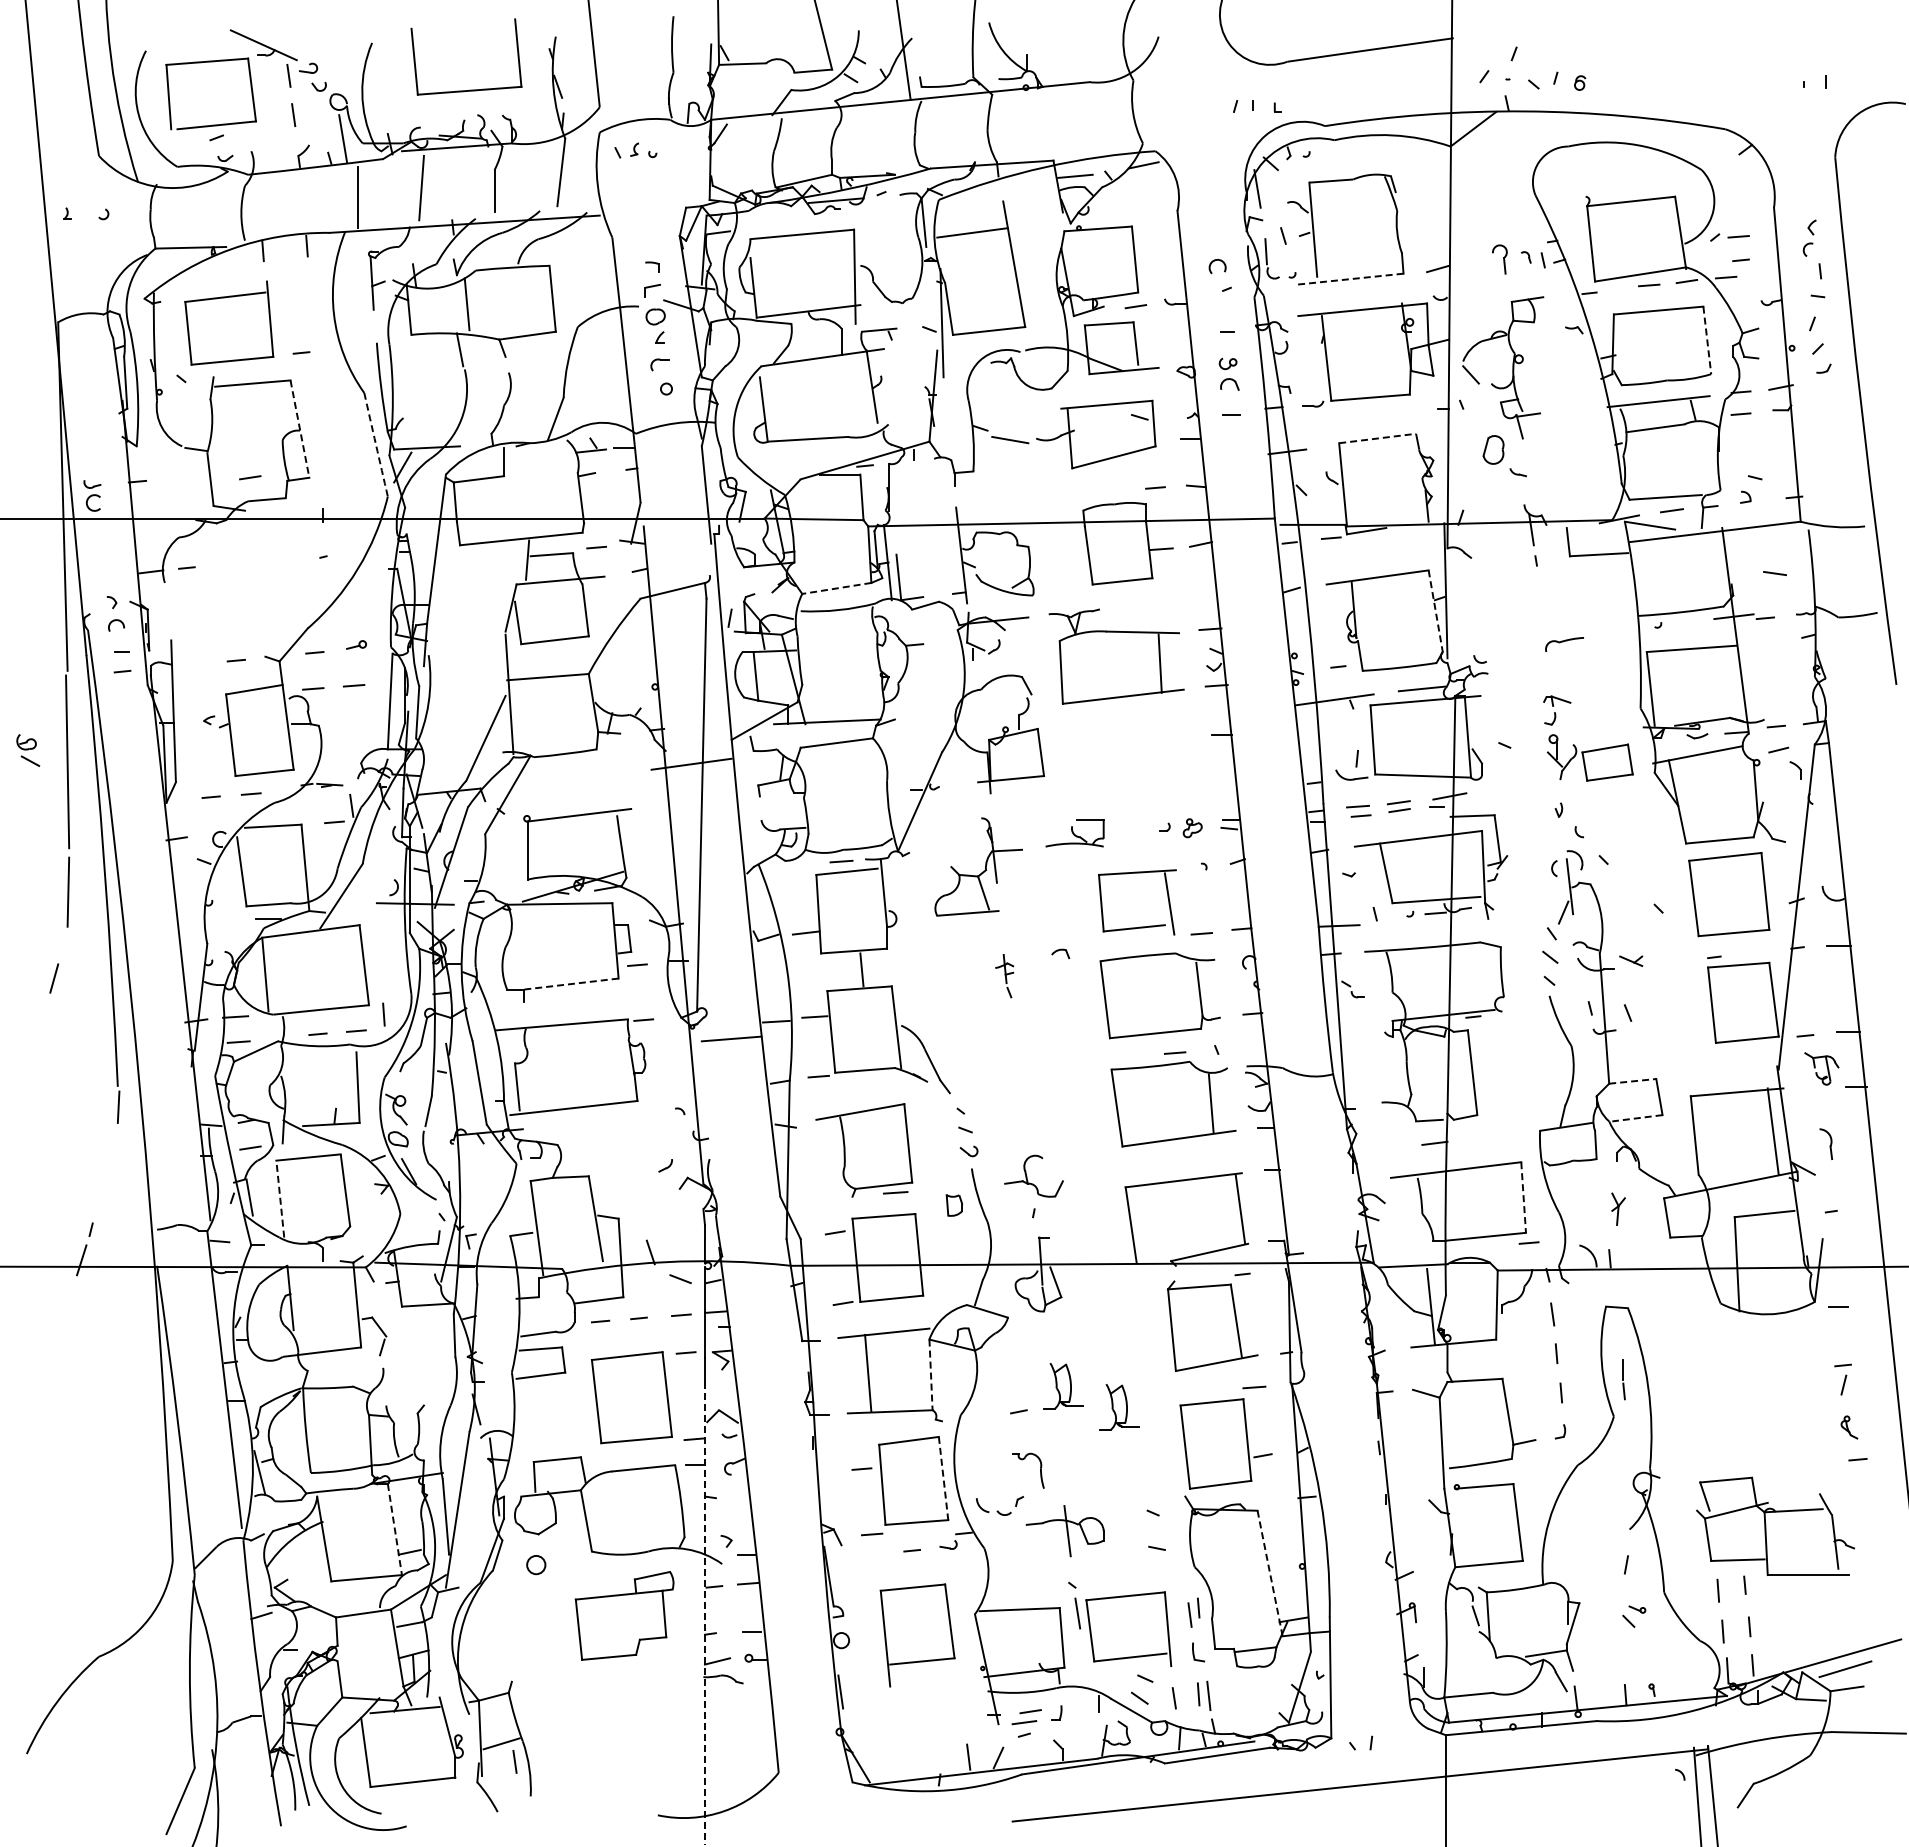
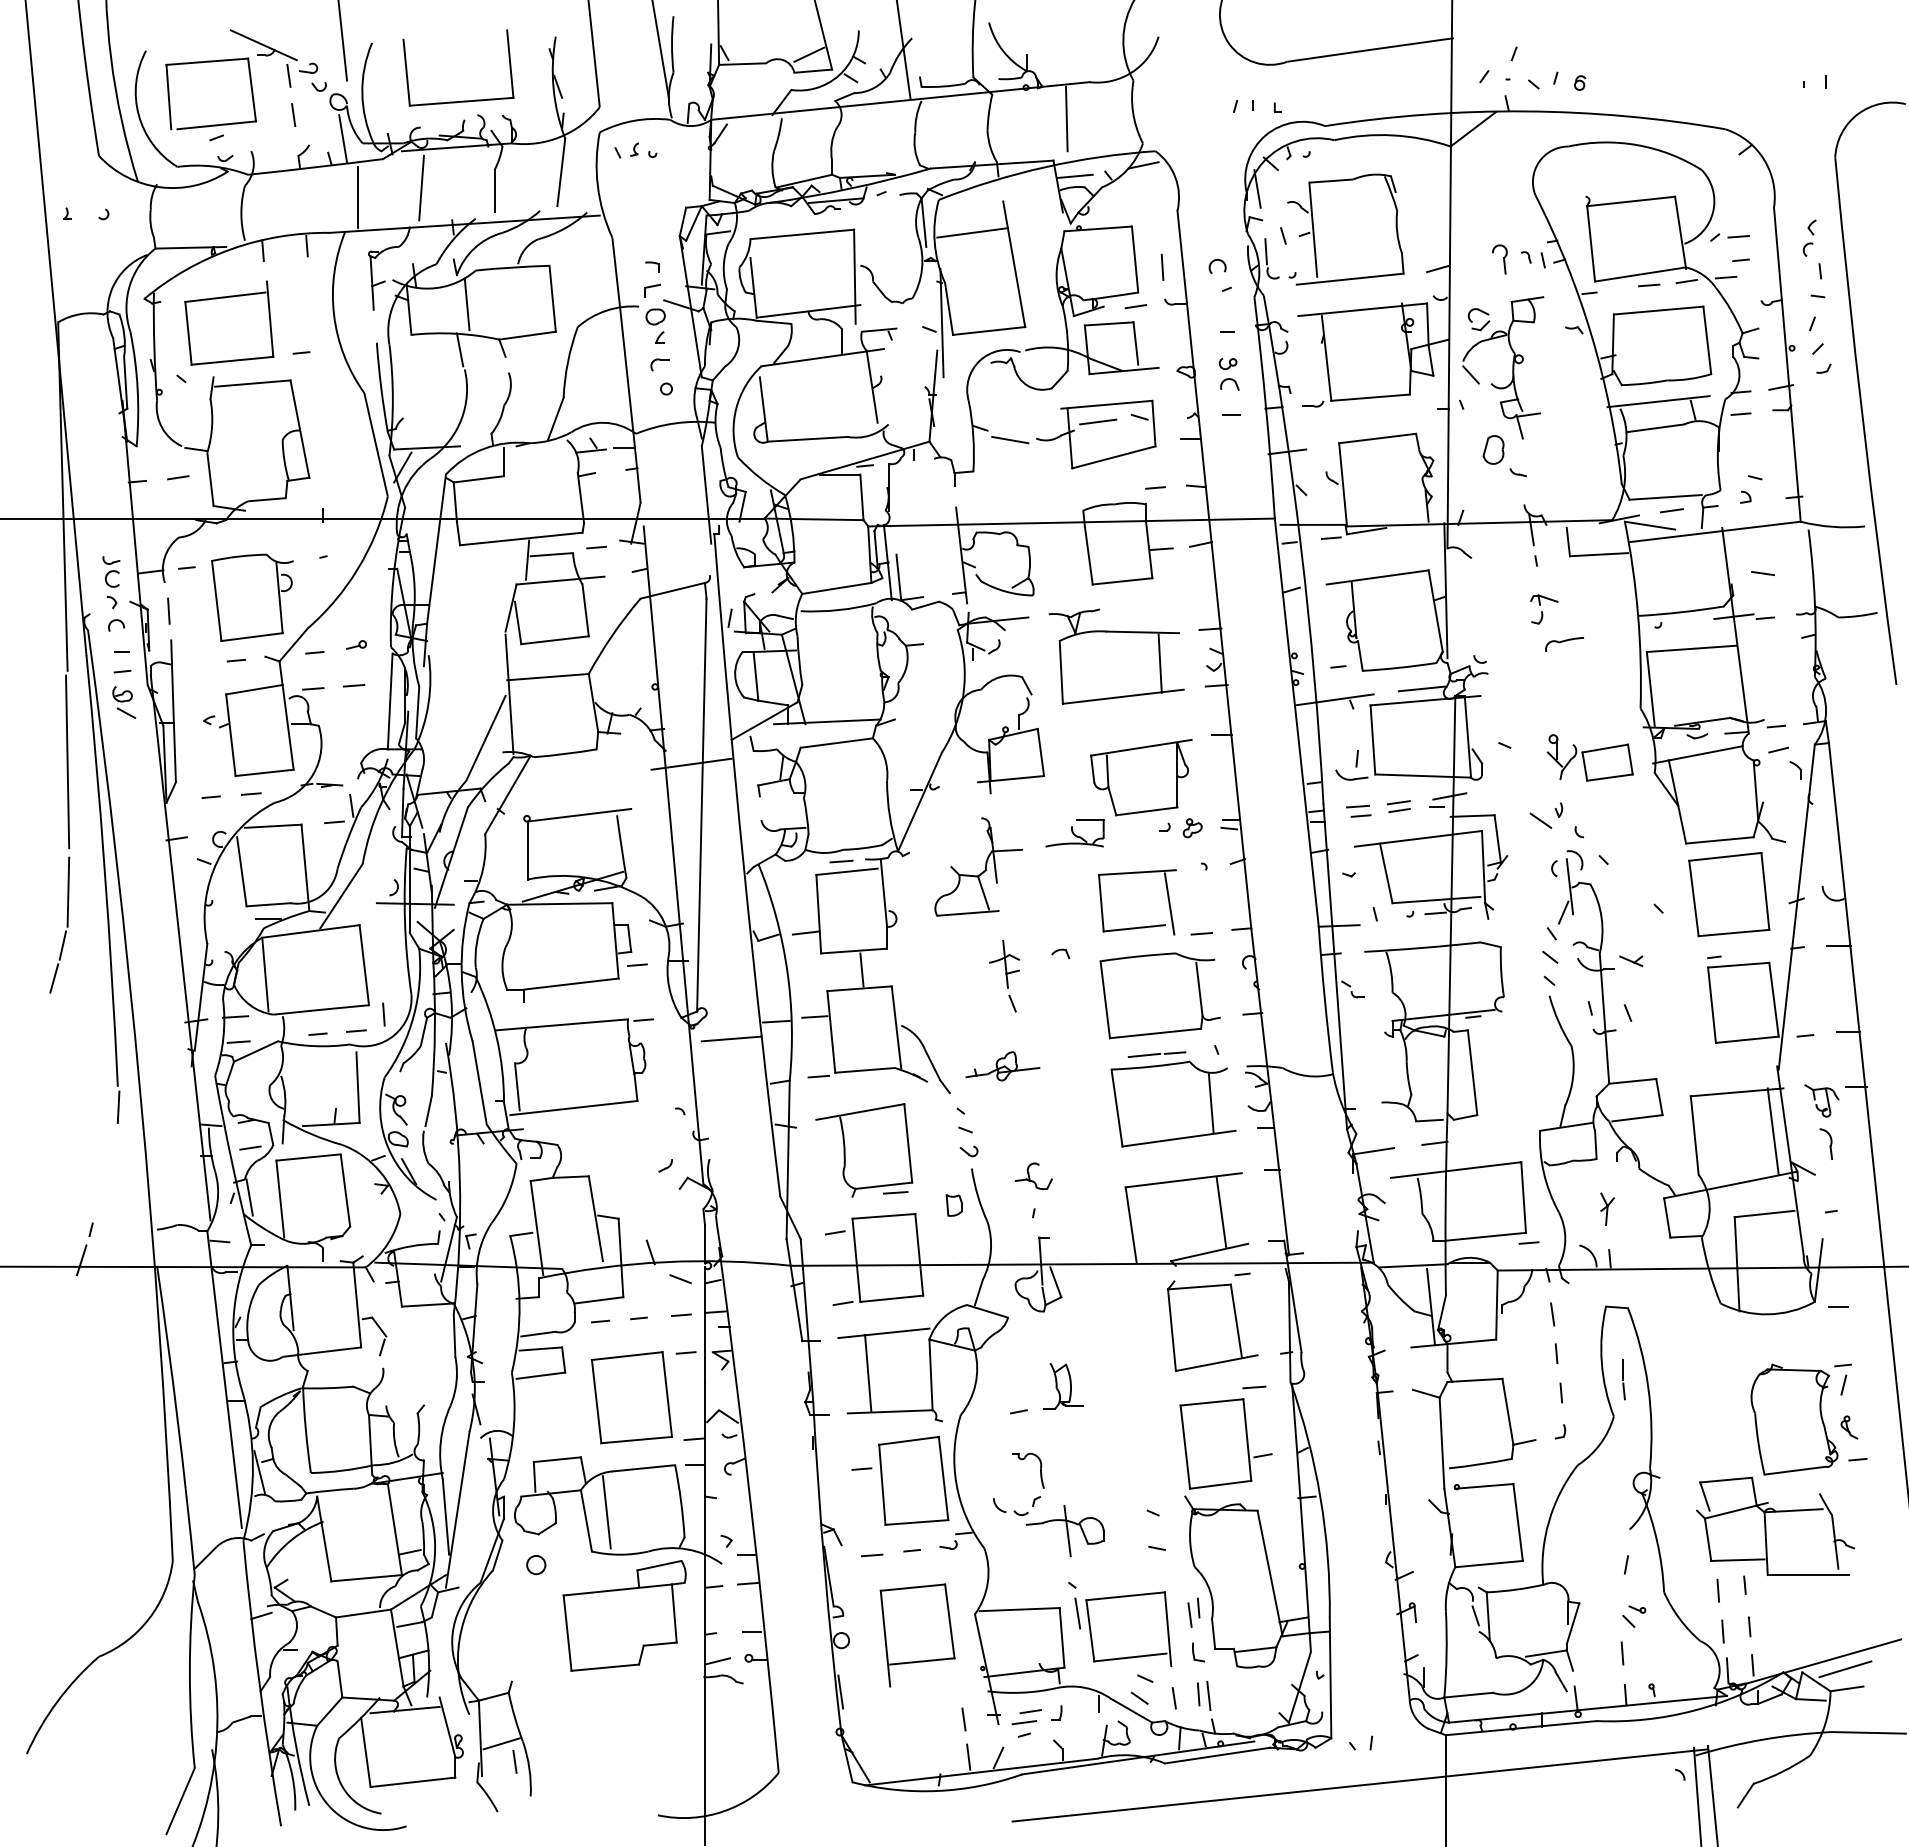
line at (342, 41): none -> present
line at (660, 49): none -> present
line at (809, 54): none -> present
part at (469, 89) position: (469, 89) -> (461, 100)
line at (1066, 118): none -> present
line at (1162, 266): none -> present
line at (1350, 279): dashed -> solid
part at (1472, 321): none -> present
line at (1707, 340): dashed -> solid
line at (1098, 421): none -> present
line at (299, 429): dashed -> solid
line at (1377, 438): dashed -> solid
arc at (376, 444): dashed -> solid
line at (250, 477) position: (250, 477) -> (178, 477)
part at (92, 495) position: (92, 495) -> (111, 571)
line at (1774, 573) position: (1774, 573) -> (1762, 573)
line at (836, 588): dashed -> solid
part at (252, 597): none -> present
line at (168, 610): none -> present
line at (1435, 611): dashed -> solid
part at (1557, 710) position: (1557, 710) -> (1544, 609)
part at (28, 750) position: (28, 750) -> (124, 702)
part at (1141, 777): none -> present
line at (1540, 820): none -> present
line at (62, 945): none -> present
part at (1004, 976) size: 20x45 px -> 31x74 px
line at (571, 984): dashed -> solid
line at (1144, 1055): none -> present
part at (1002, 1066): none -> present
part at (1821, 1068) position: (1821, 1068) -> (1821, 1100)
line at (1632, 1081): dashed -> solid
line at (1636, 1118): dashed -> solid
line at (1373, 1151): none -> present
part at (1033, 1175) size: 60x44 px -> 39x29 px
line at (1523, 1198): dashed -> solid
line at (280, 1199): dashed -> solid
line at (1240, 1208) position: (1240, 1208) -> (1221, 1211)
part at (1618, 1208) position: (1618, 1208) -> (1607, 1208)
line at (931, 1375): dashed -> solid
part at (1119, 1407): present -> none
part at (1794, 1419): none -> present
line at (943, 1478): dashed -> solid
part at (1000, 1505) position: (1000, 1505) -> (1017, 1505)
line at (606, 1512): none -> present
line at (395, 1530): dashed -> solid
line at (872, 1534) position: (872, 1534) -> (872, 1555)
line at (1270, 1574): dashed -> solid
line at (704, 1613): dashed -> solid
part at (624, 1615) size: 101x90 px -> 125x112 px
line at (1622, 1653): none -> present
line at (963, 1719): none -> present
